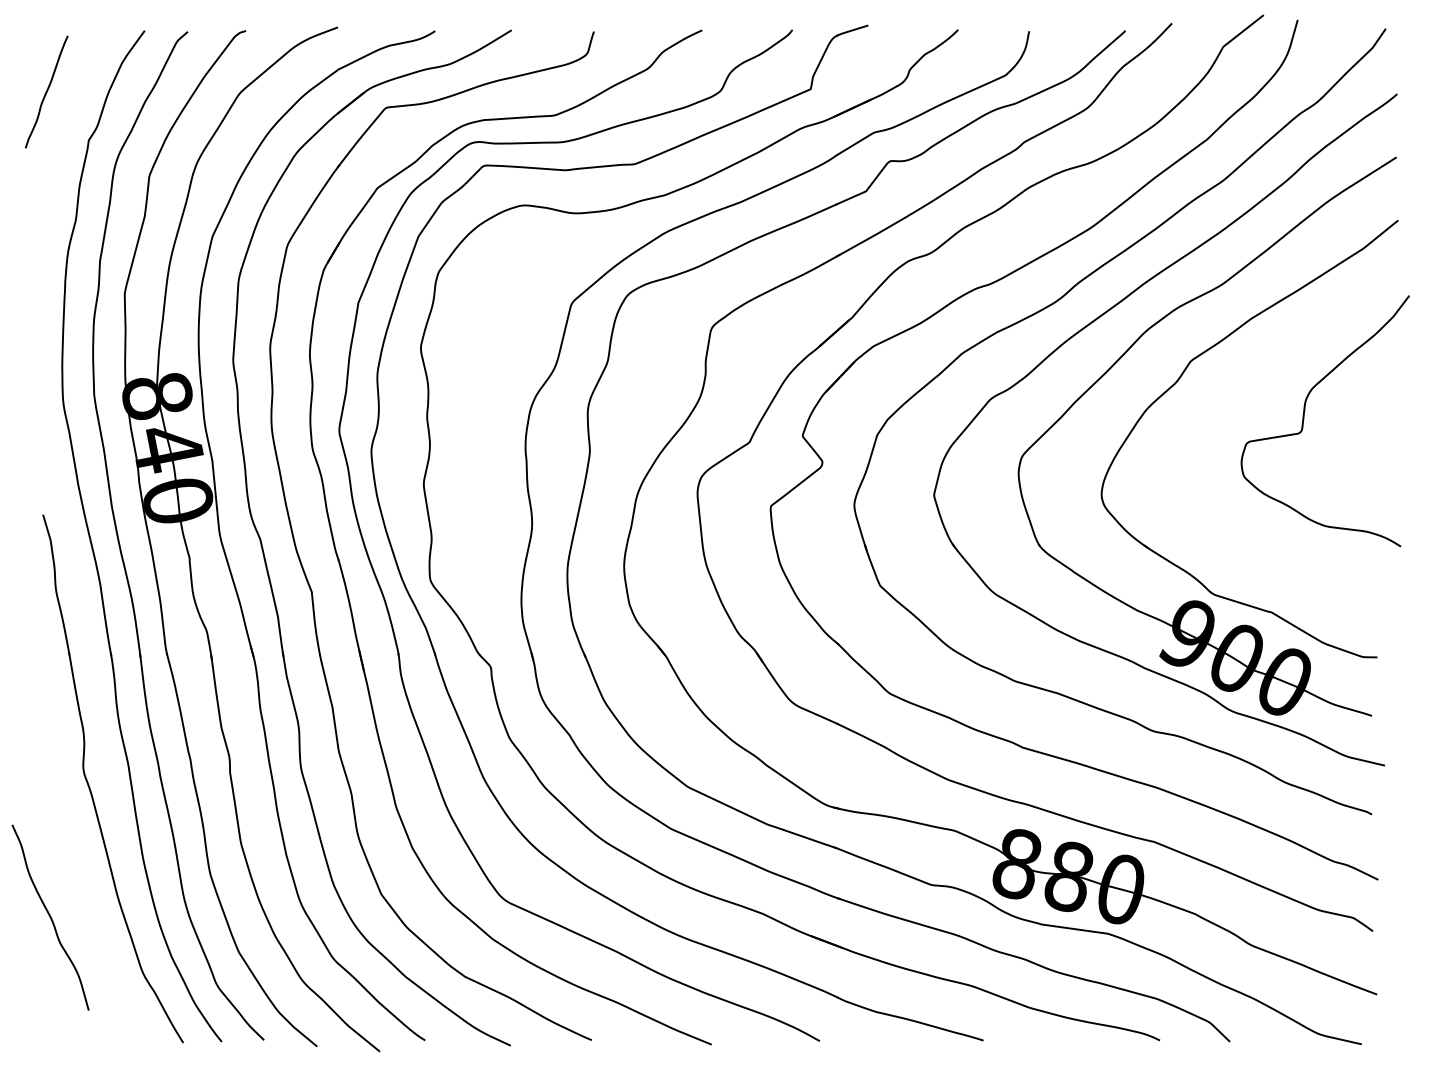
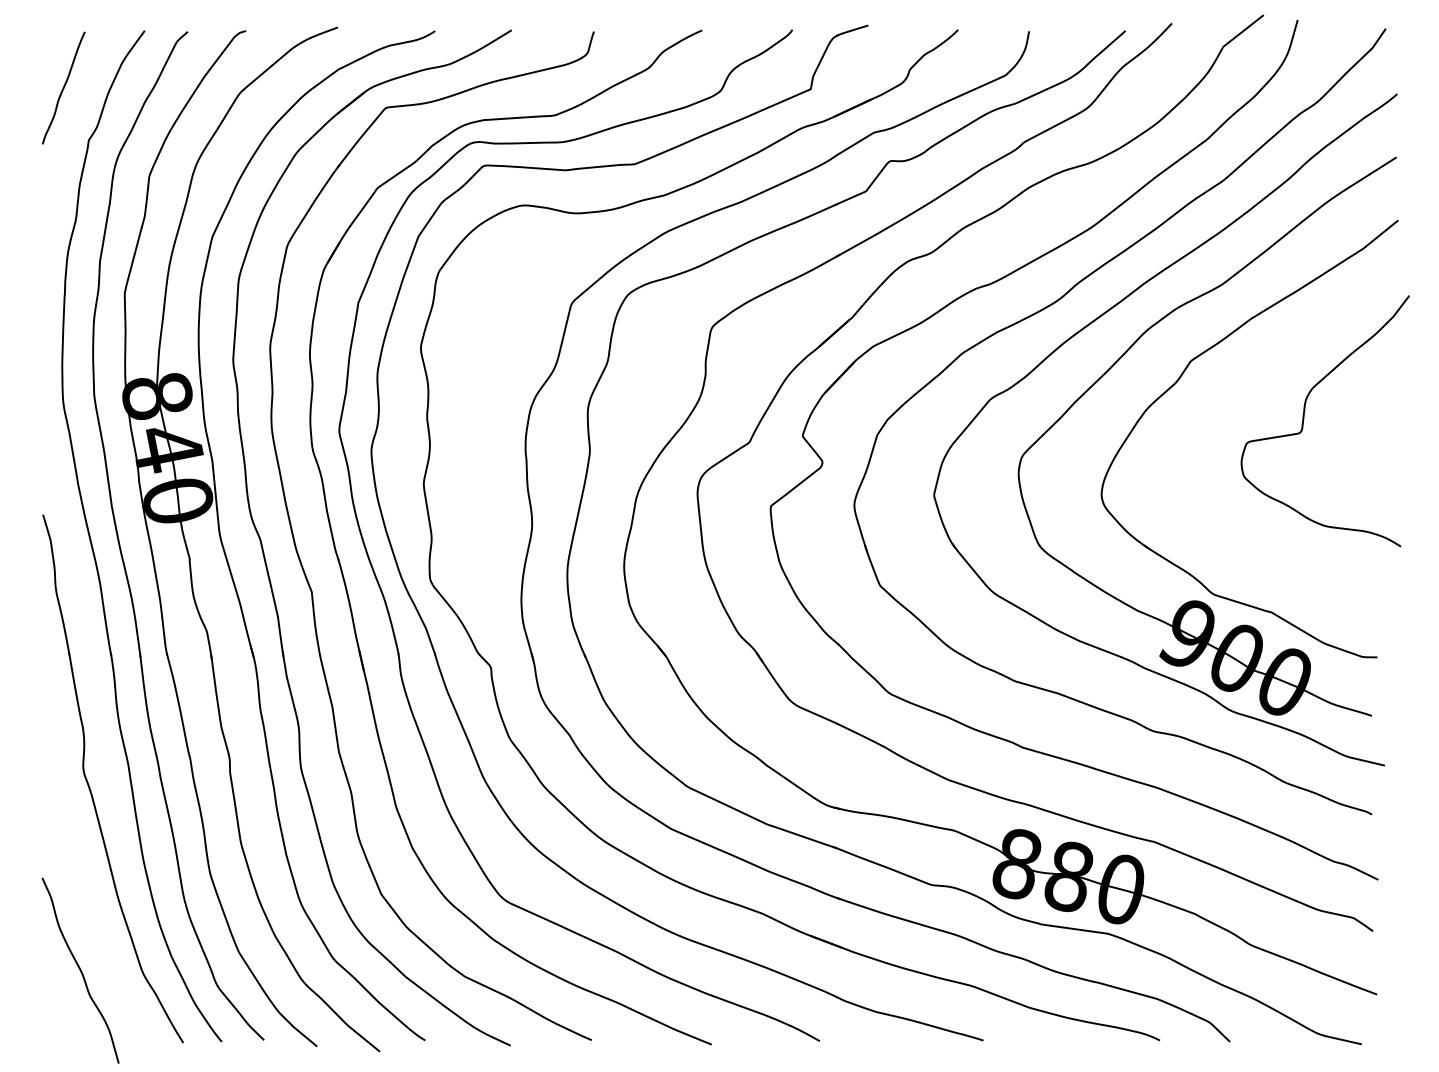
curve at (46, 91) position: (46, 91) -> (63, 87)
curve at (50, 917) position: (50, 917) -> (80, 970)
